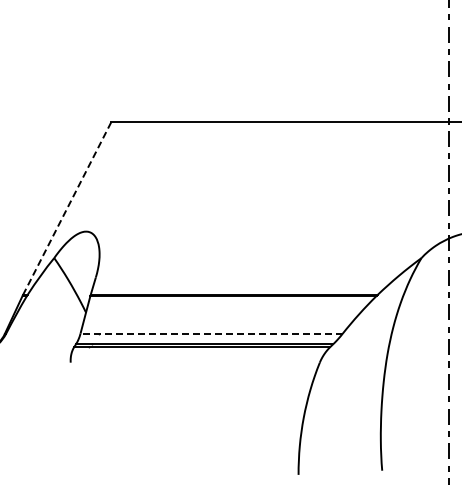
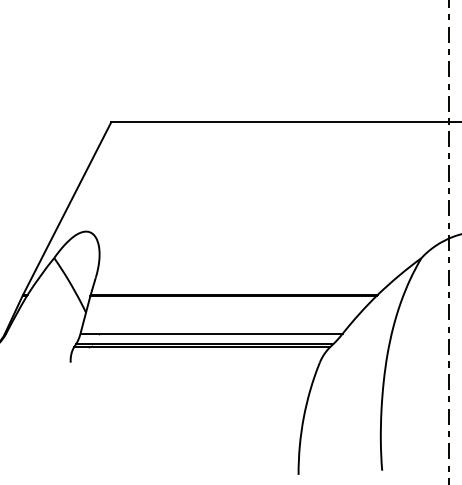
line at (67, 208): dashed -> solid
line at (211, 333): dashed -> solid
